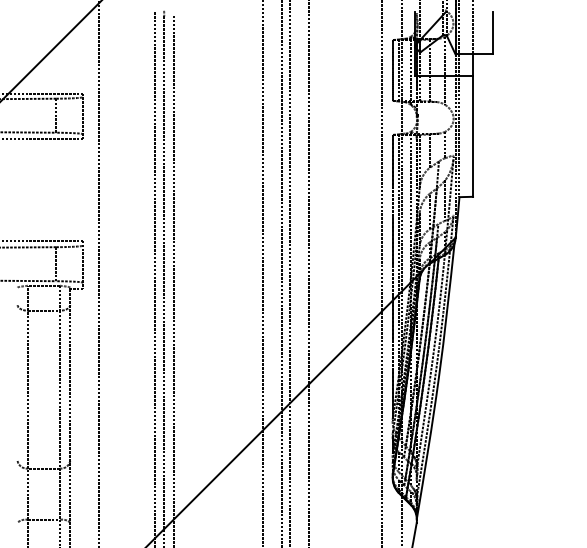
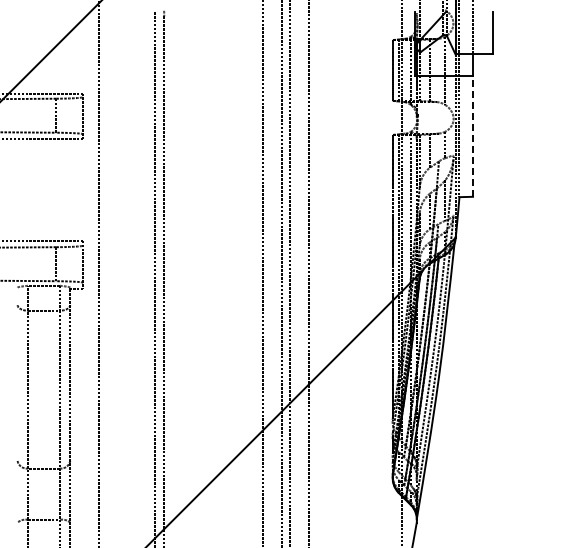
line at (473, 136): solid -> dashed
line at (381, 273): present -> none
line at (173, 279): present -> none
